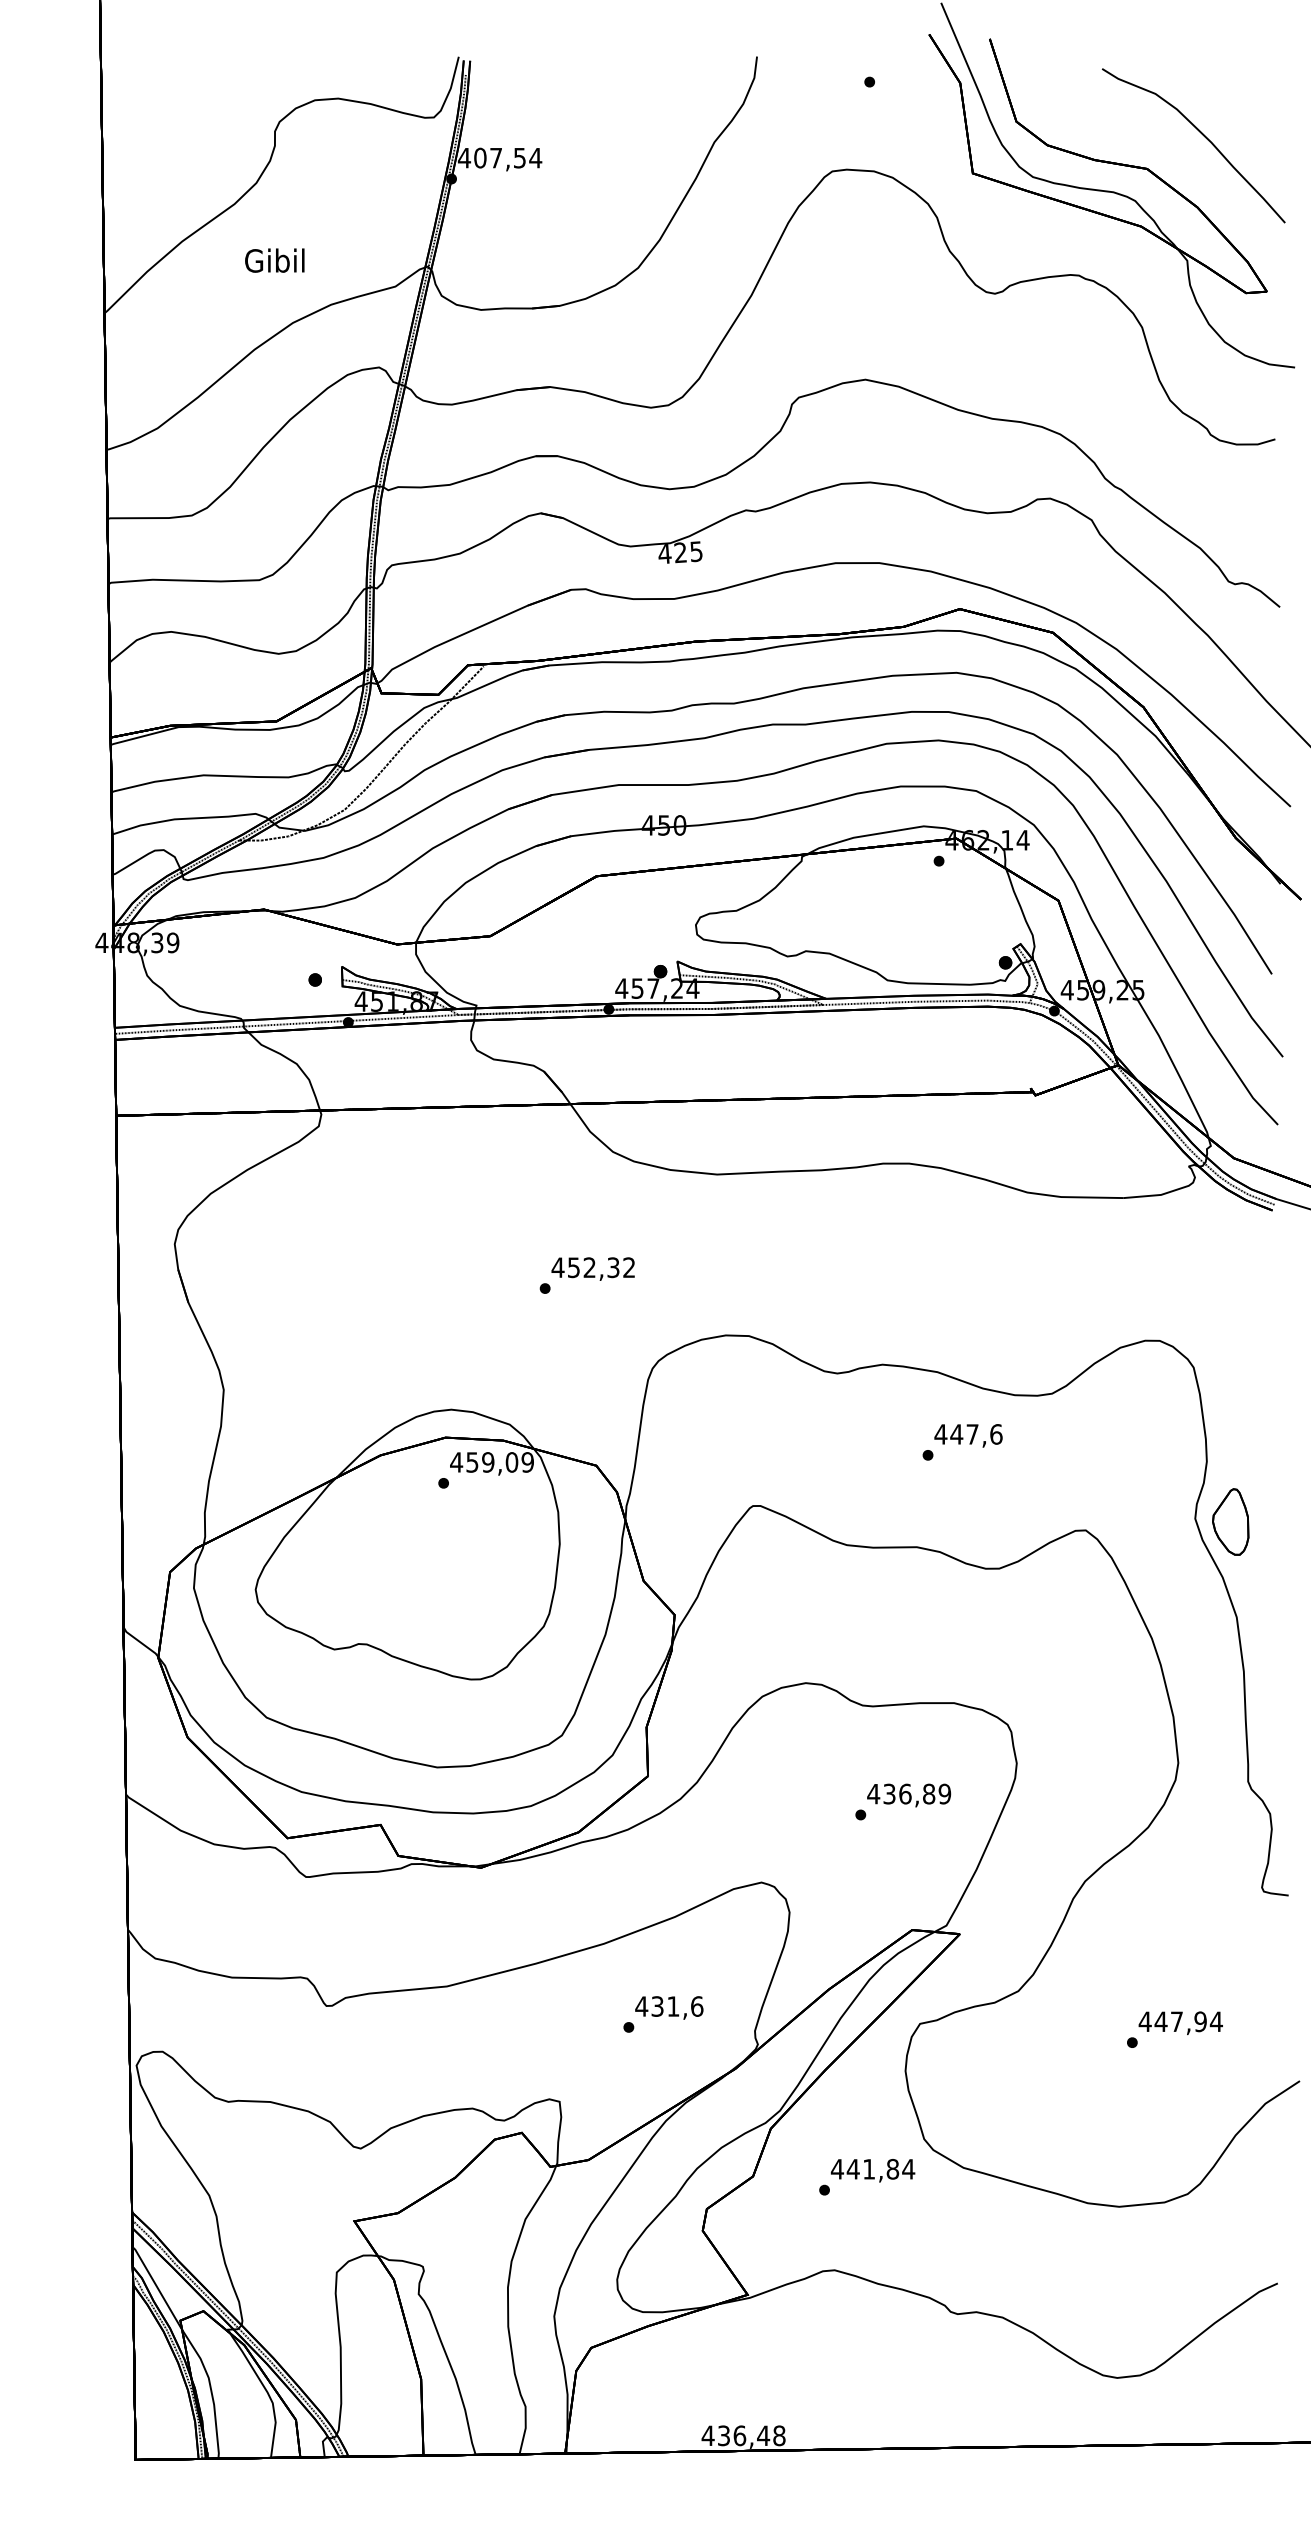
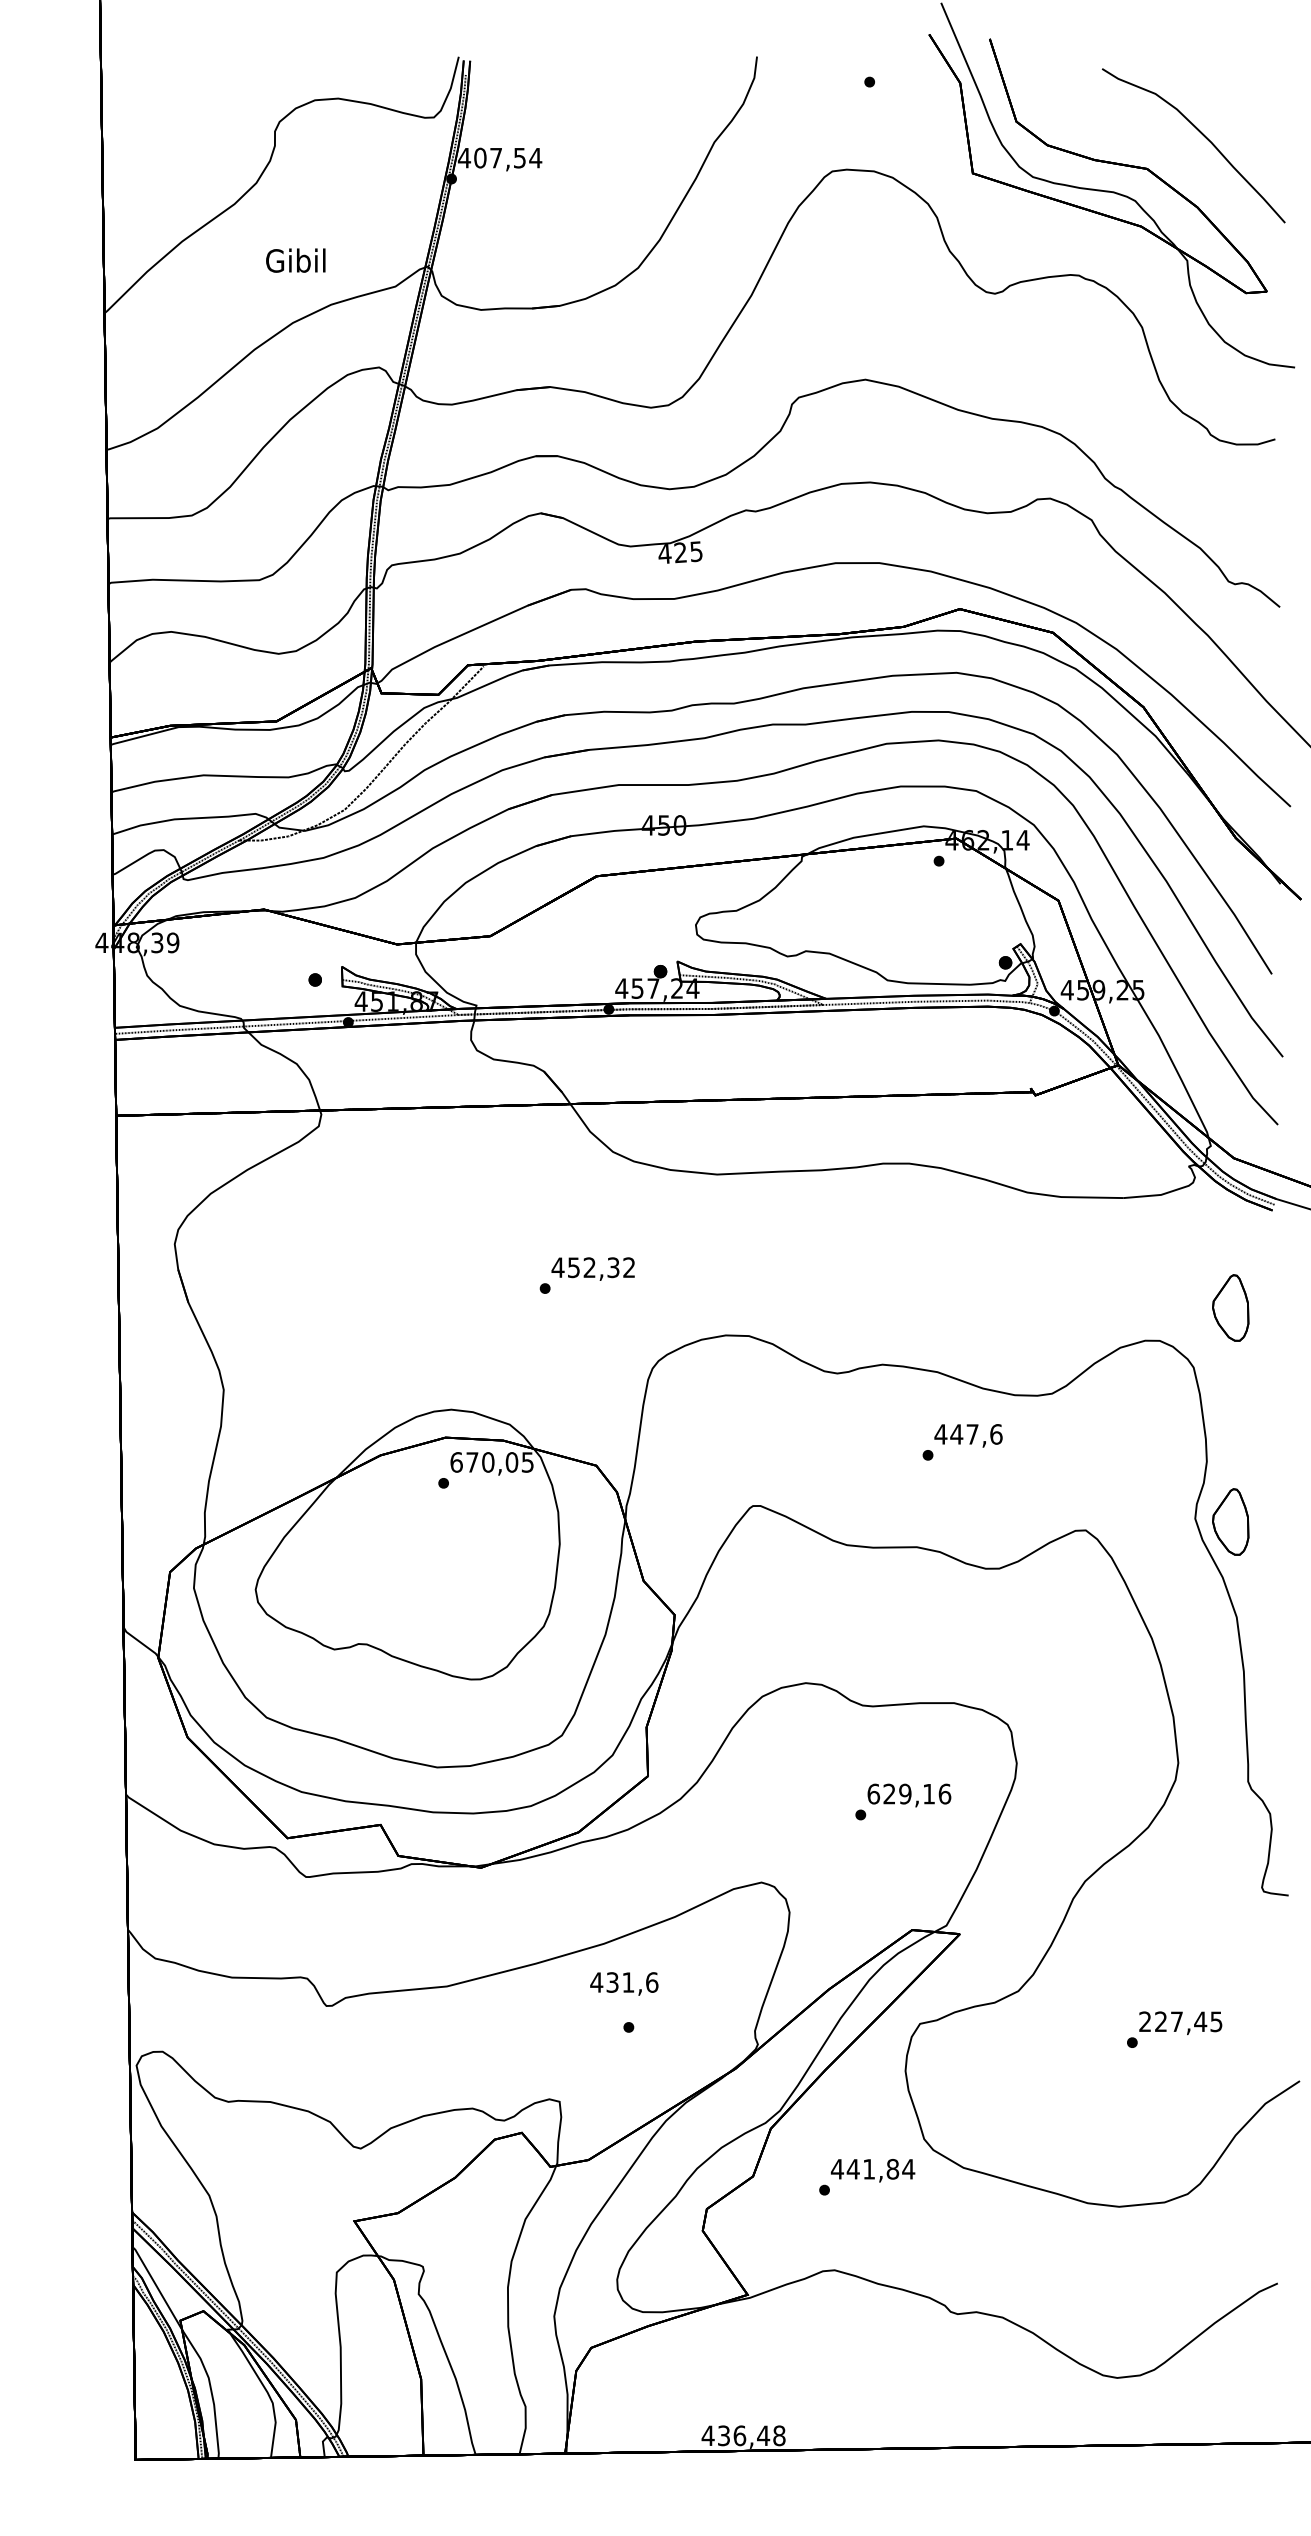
text at (274, 260) position: (274, 260) -> (295, 260)
part at (1230, 1307): none -> present
text at (491, 1462): 459,09 -> 670,05
text at (909, 1793): 436,89 -> 629,16
text at (669, 2007) position: (669, 2007) -> (624, 1983)
text at (1180, 2021): 447,94 -> 227,45
